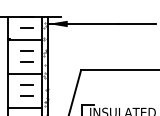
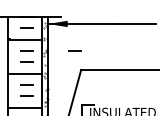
line at (74, 50): none -> present
